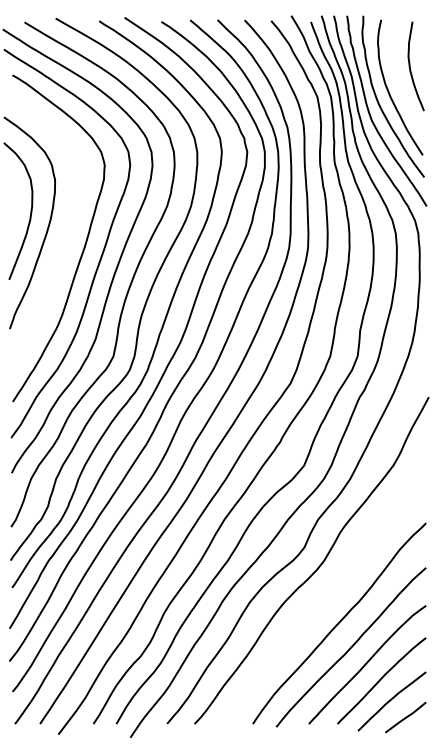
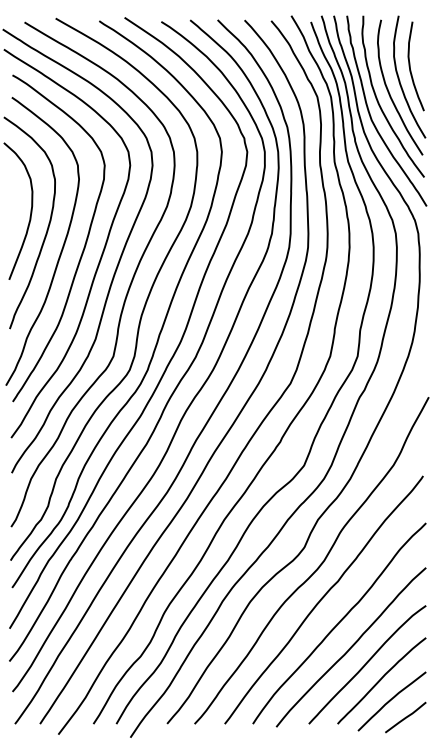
curve at (400, 80): none -> present
curve at (61, 248): none -> present
curve at (323, 598): none -> present
